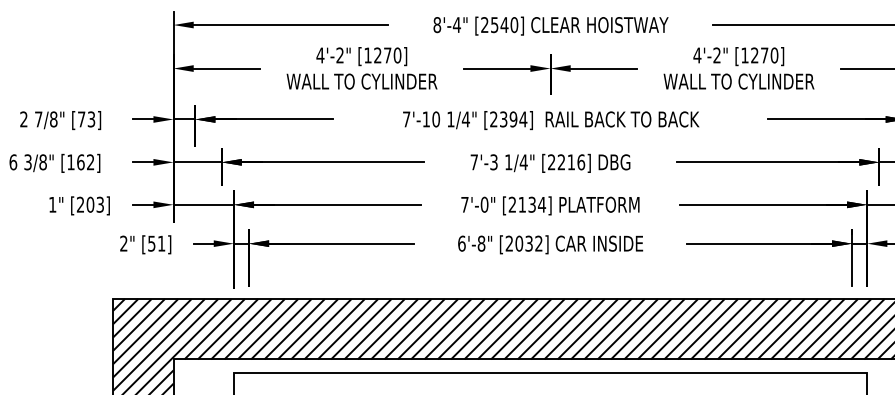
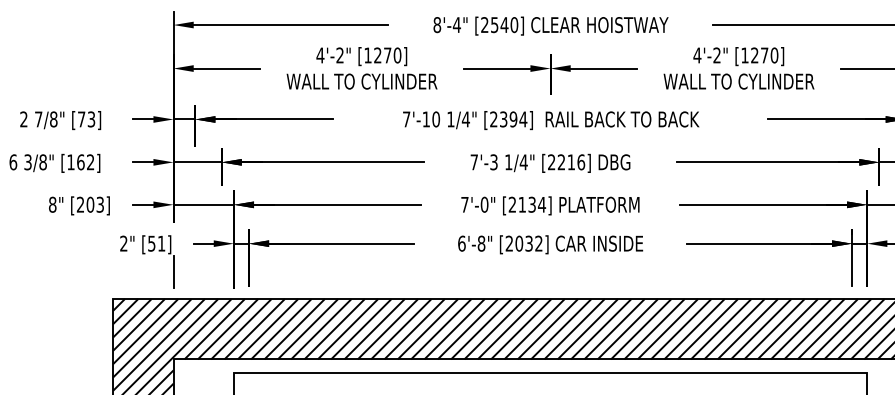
text at (52, 204): 1" -> 8"
line at (173, 271): none -> present
